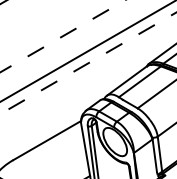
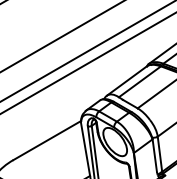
line at (62, 36): dashed -> solid
line at (88, 63): dashed -> solid
